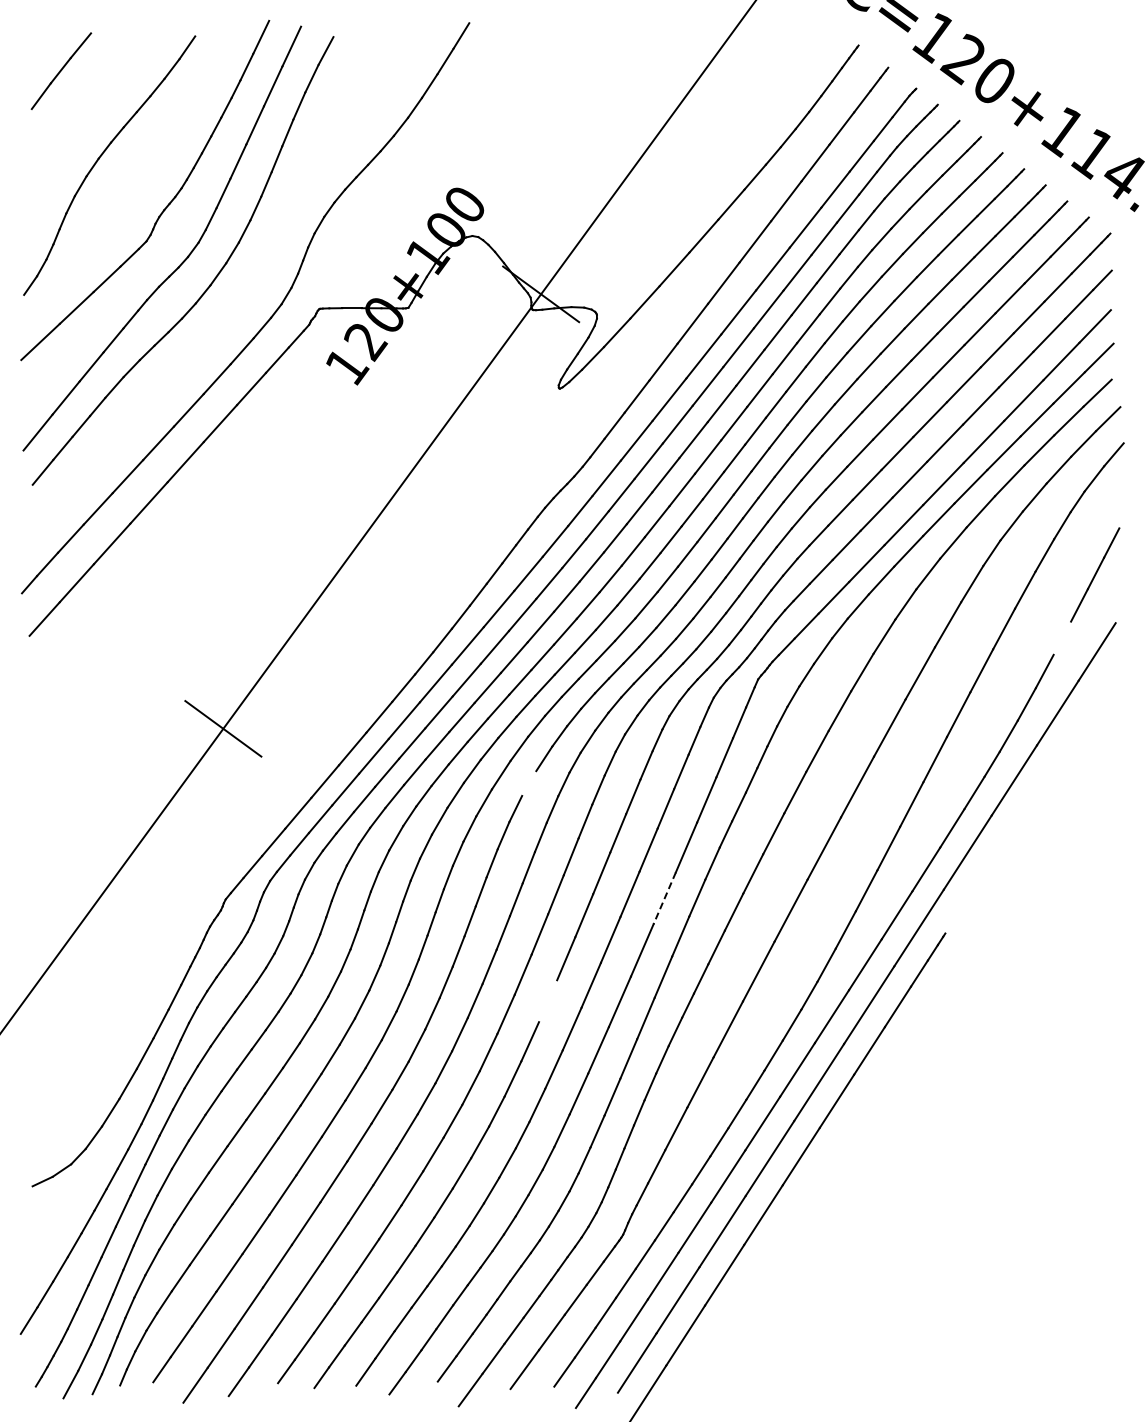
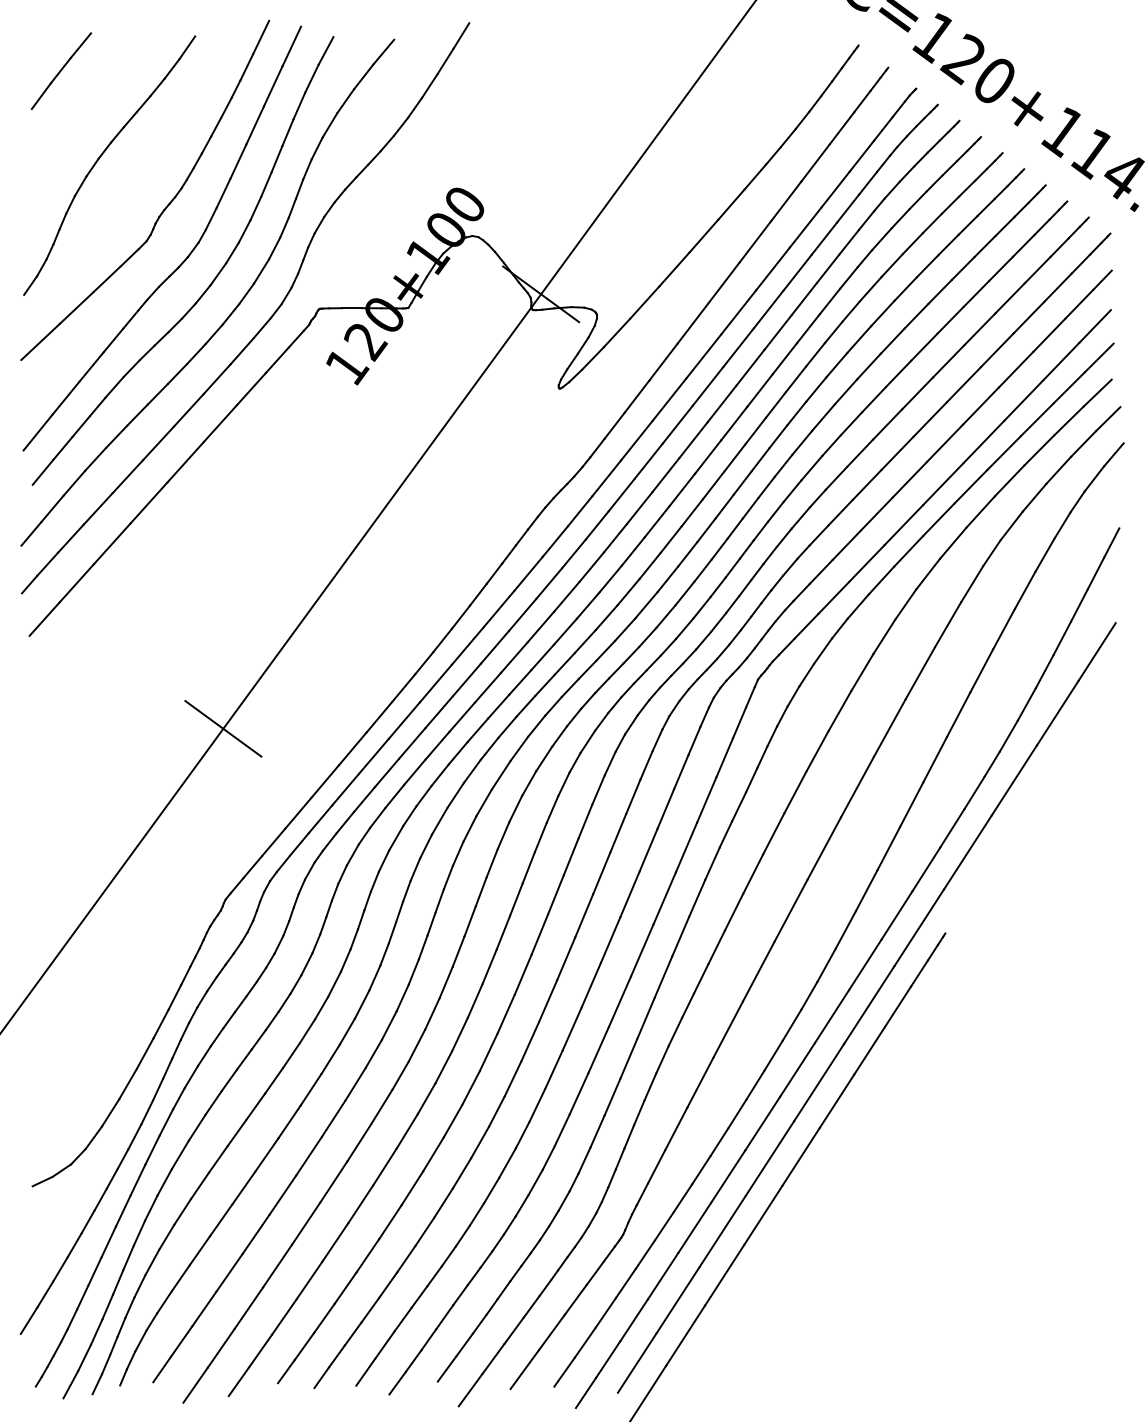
part at (232, 310): none -> present
line at (1062, 637): none -> present
line at (529, 783): none -> present
line at (664, 898): dashed -> solid
line at (548, 1001): none -> present
